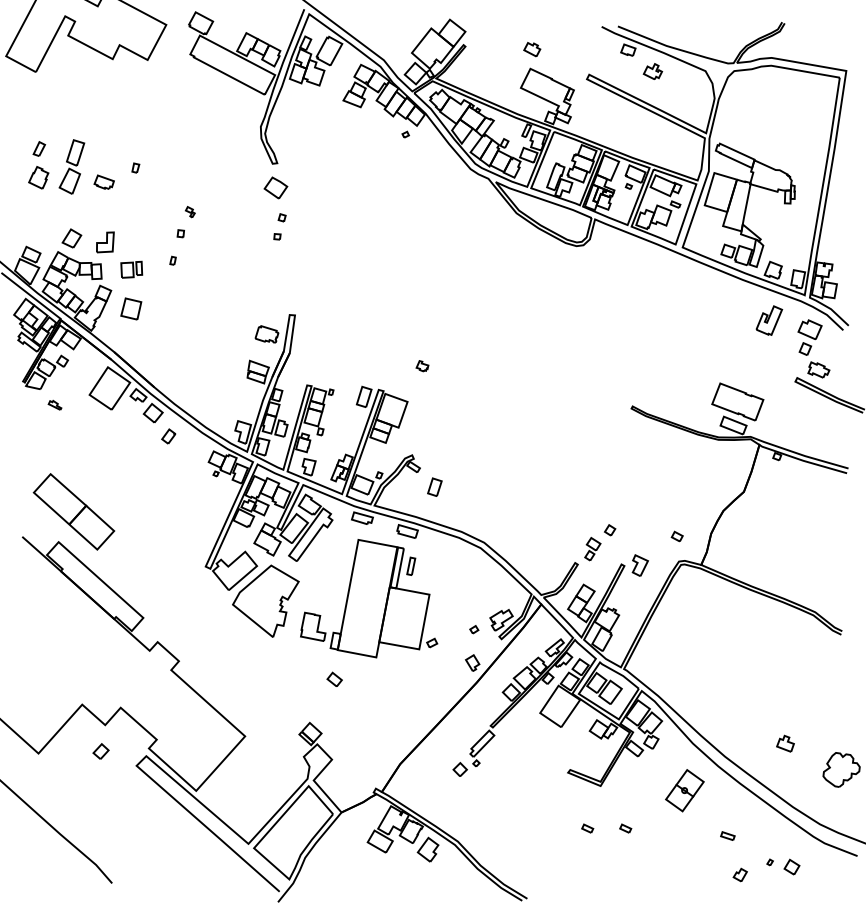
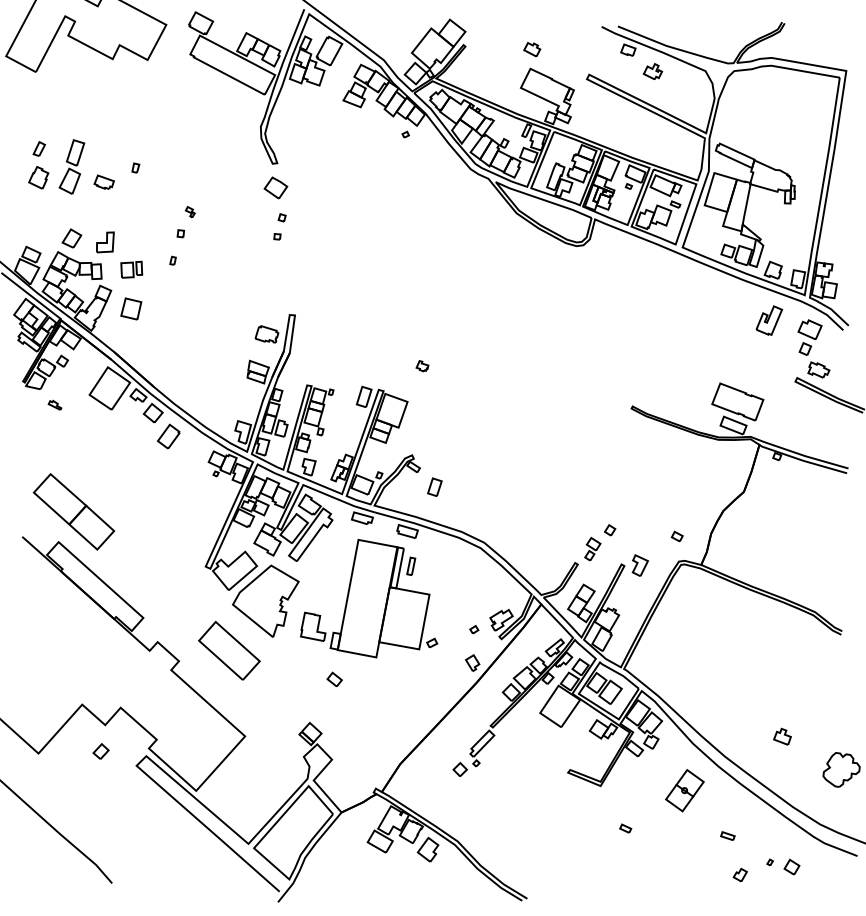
part at (168, 436) size: 16x17 px -> 25x27 px
part at (229, 650): none -> present
part at (785, 743) position: (785, 743) -> (782, 736)
part at (587, 828): present -> none
